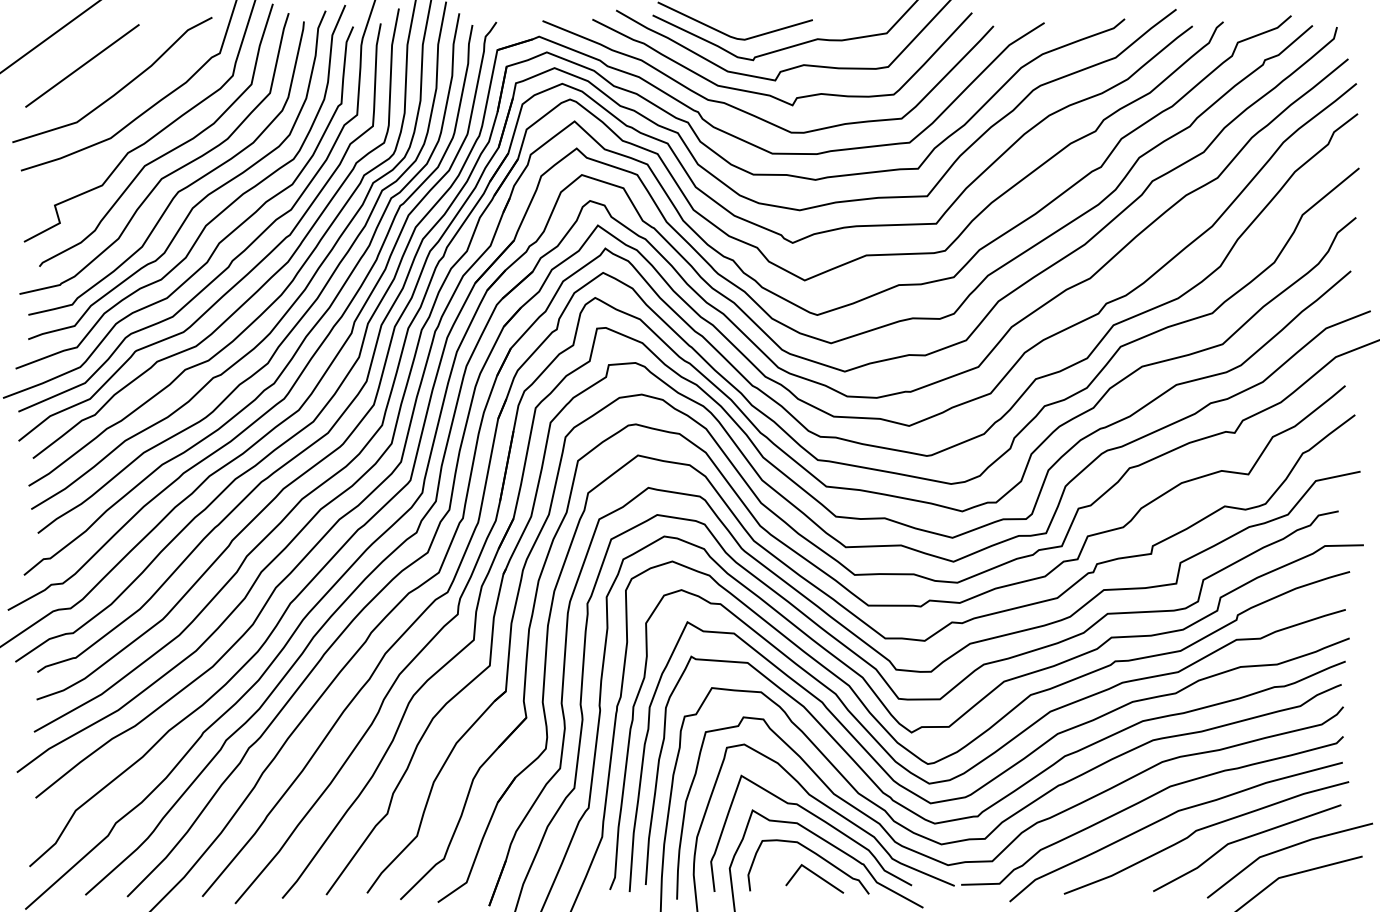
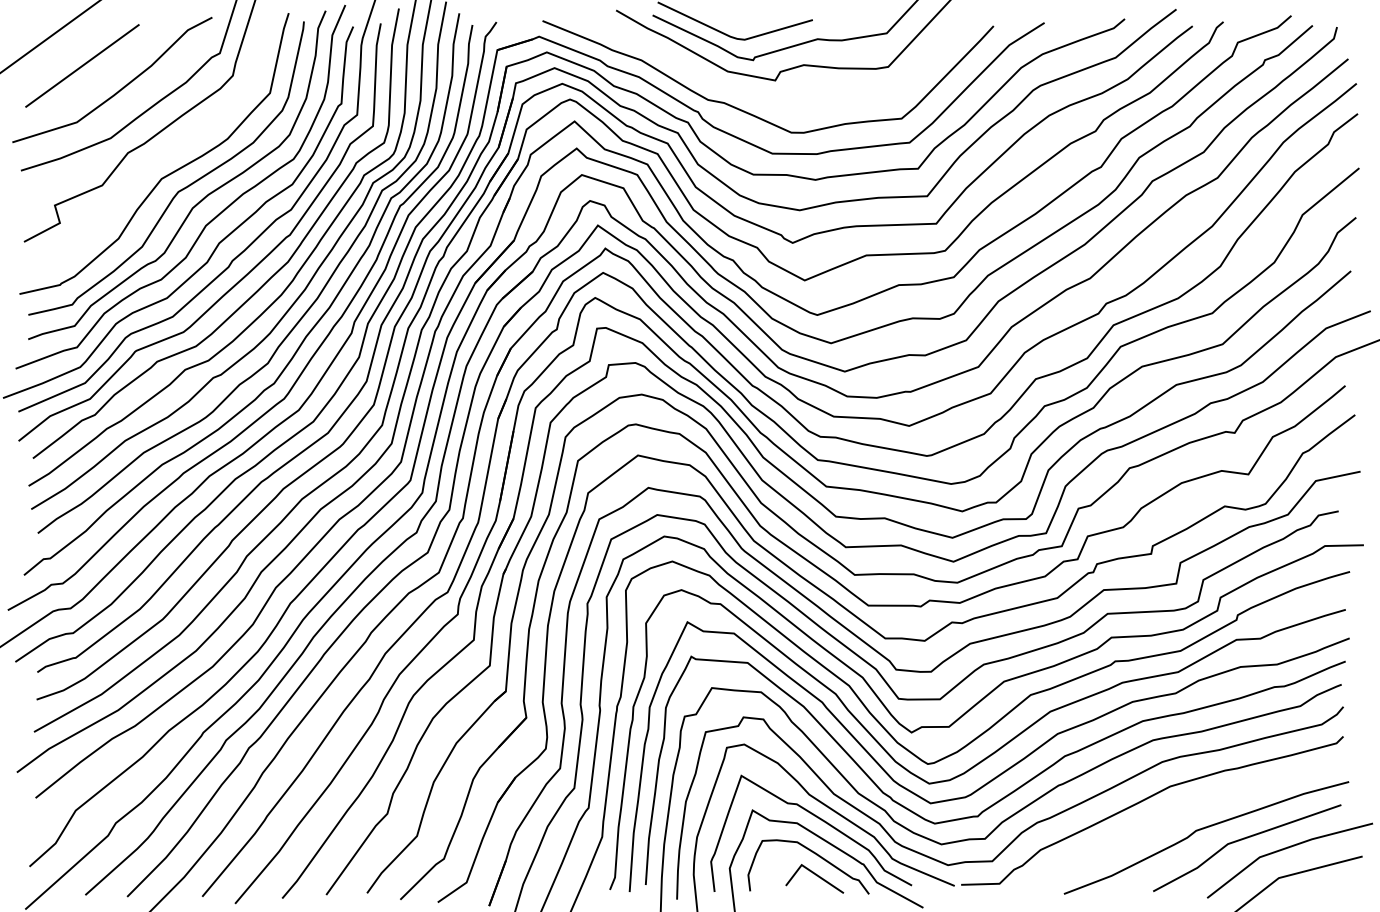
curve at (770, 94): present -> none
curve at (166, 152): present -> none
curve at (1168, 817): present -> none
